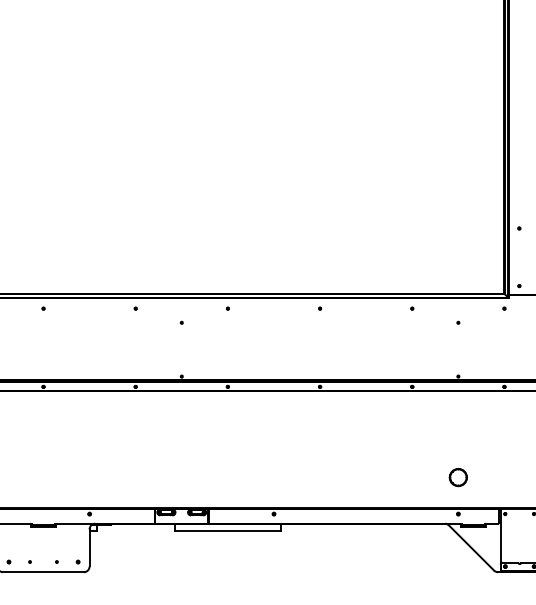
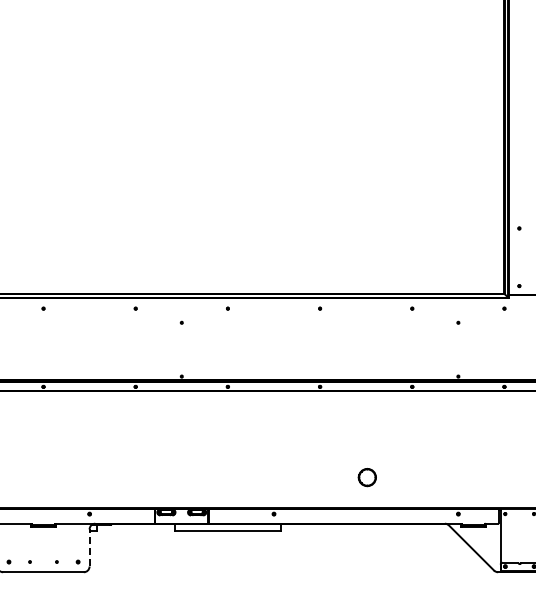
part at (457, 477) position: (457, 477) -> (366, 477)
line at (89, 547): solid -> dashed
